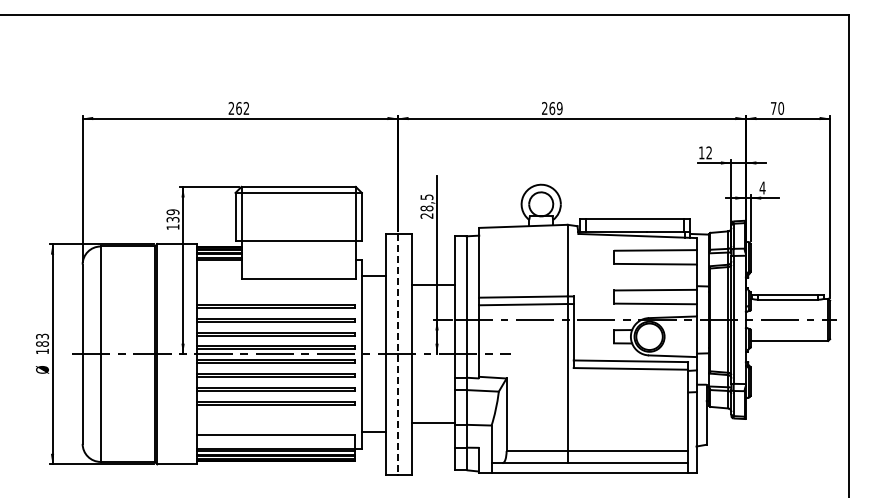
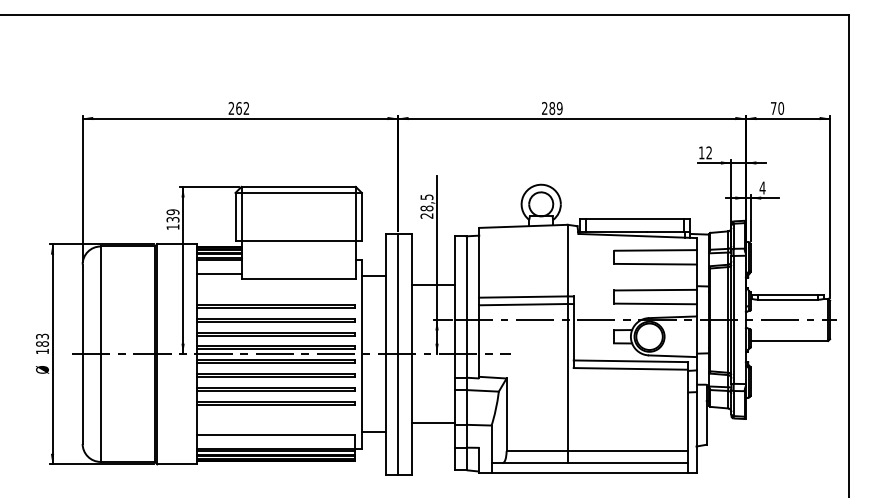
text at (552, 108): 269 -> 289
line at (218, 274): none -> present
line at (398, 354): dashed -> solid
